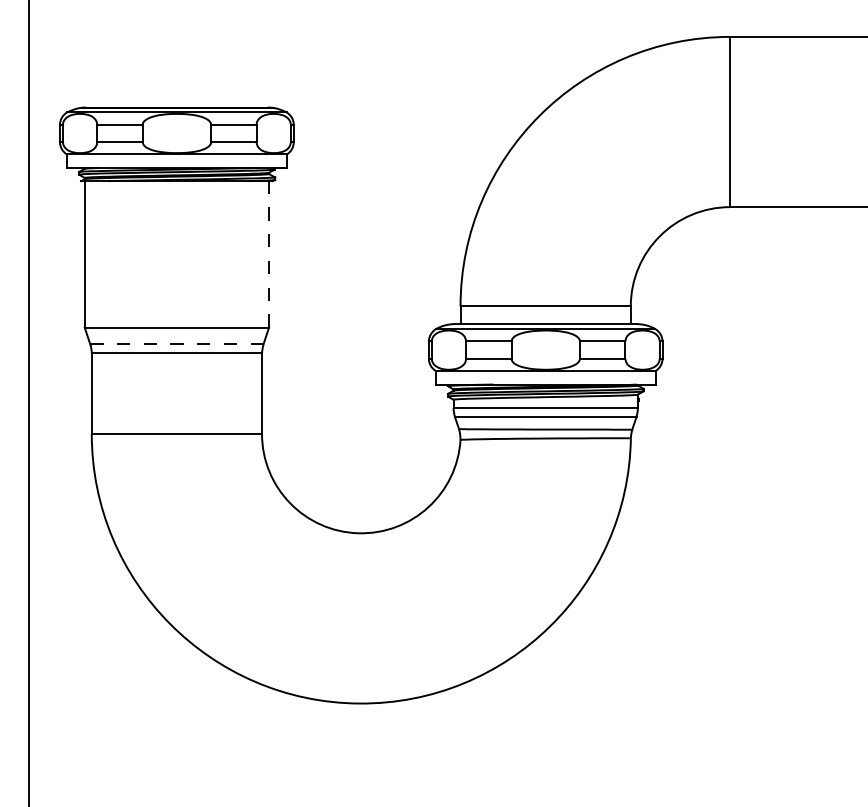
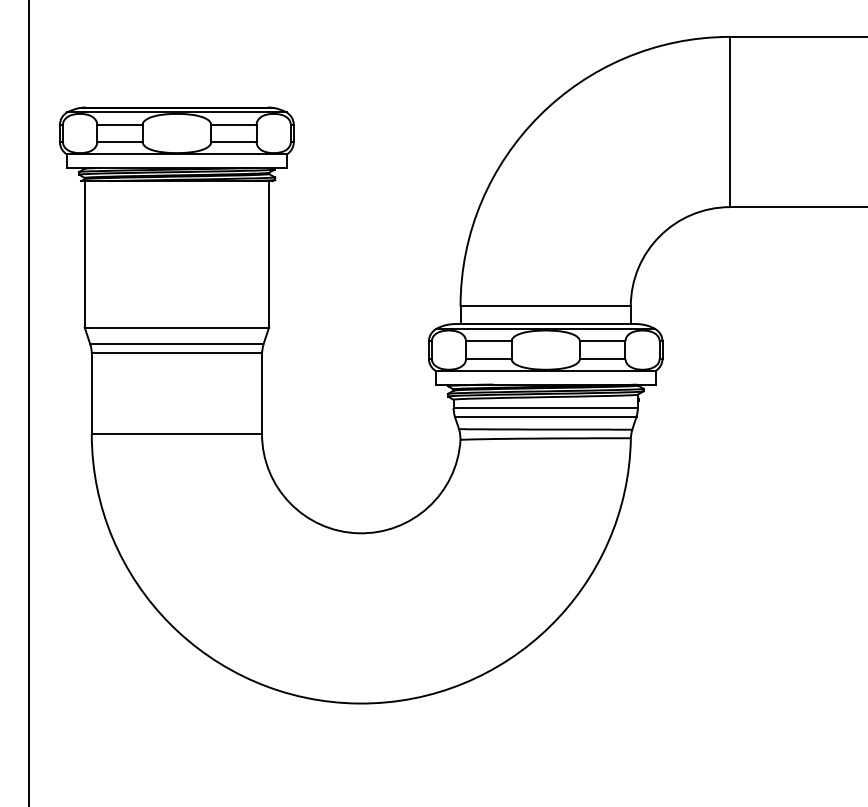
line at (269, 253): dashed -> solid
line at (176, 344): dashed -> solid
